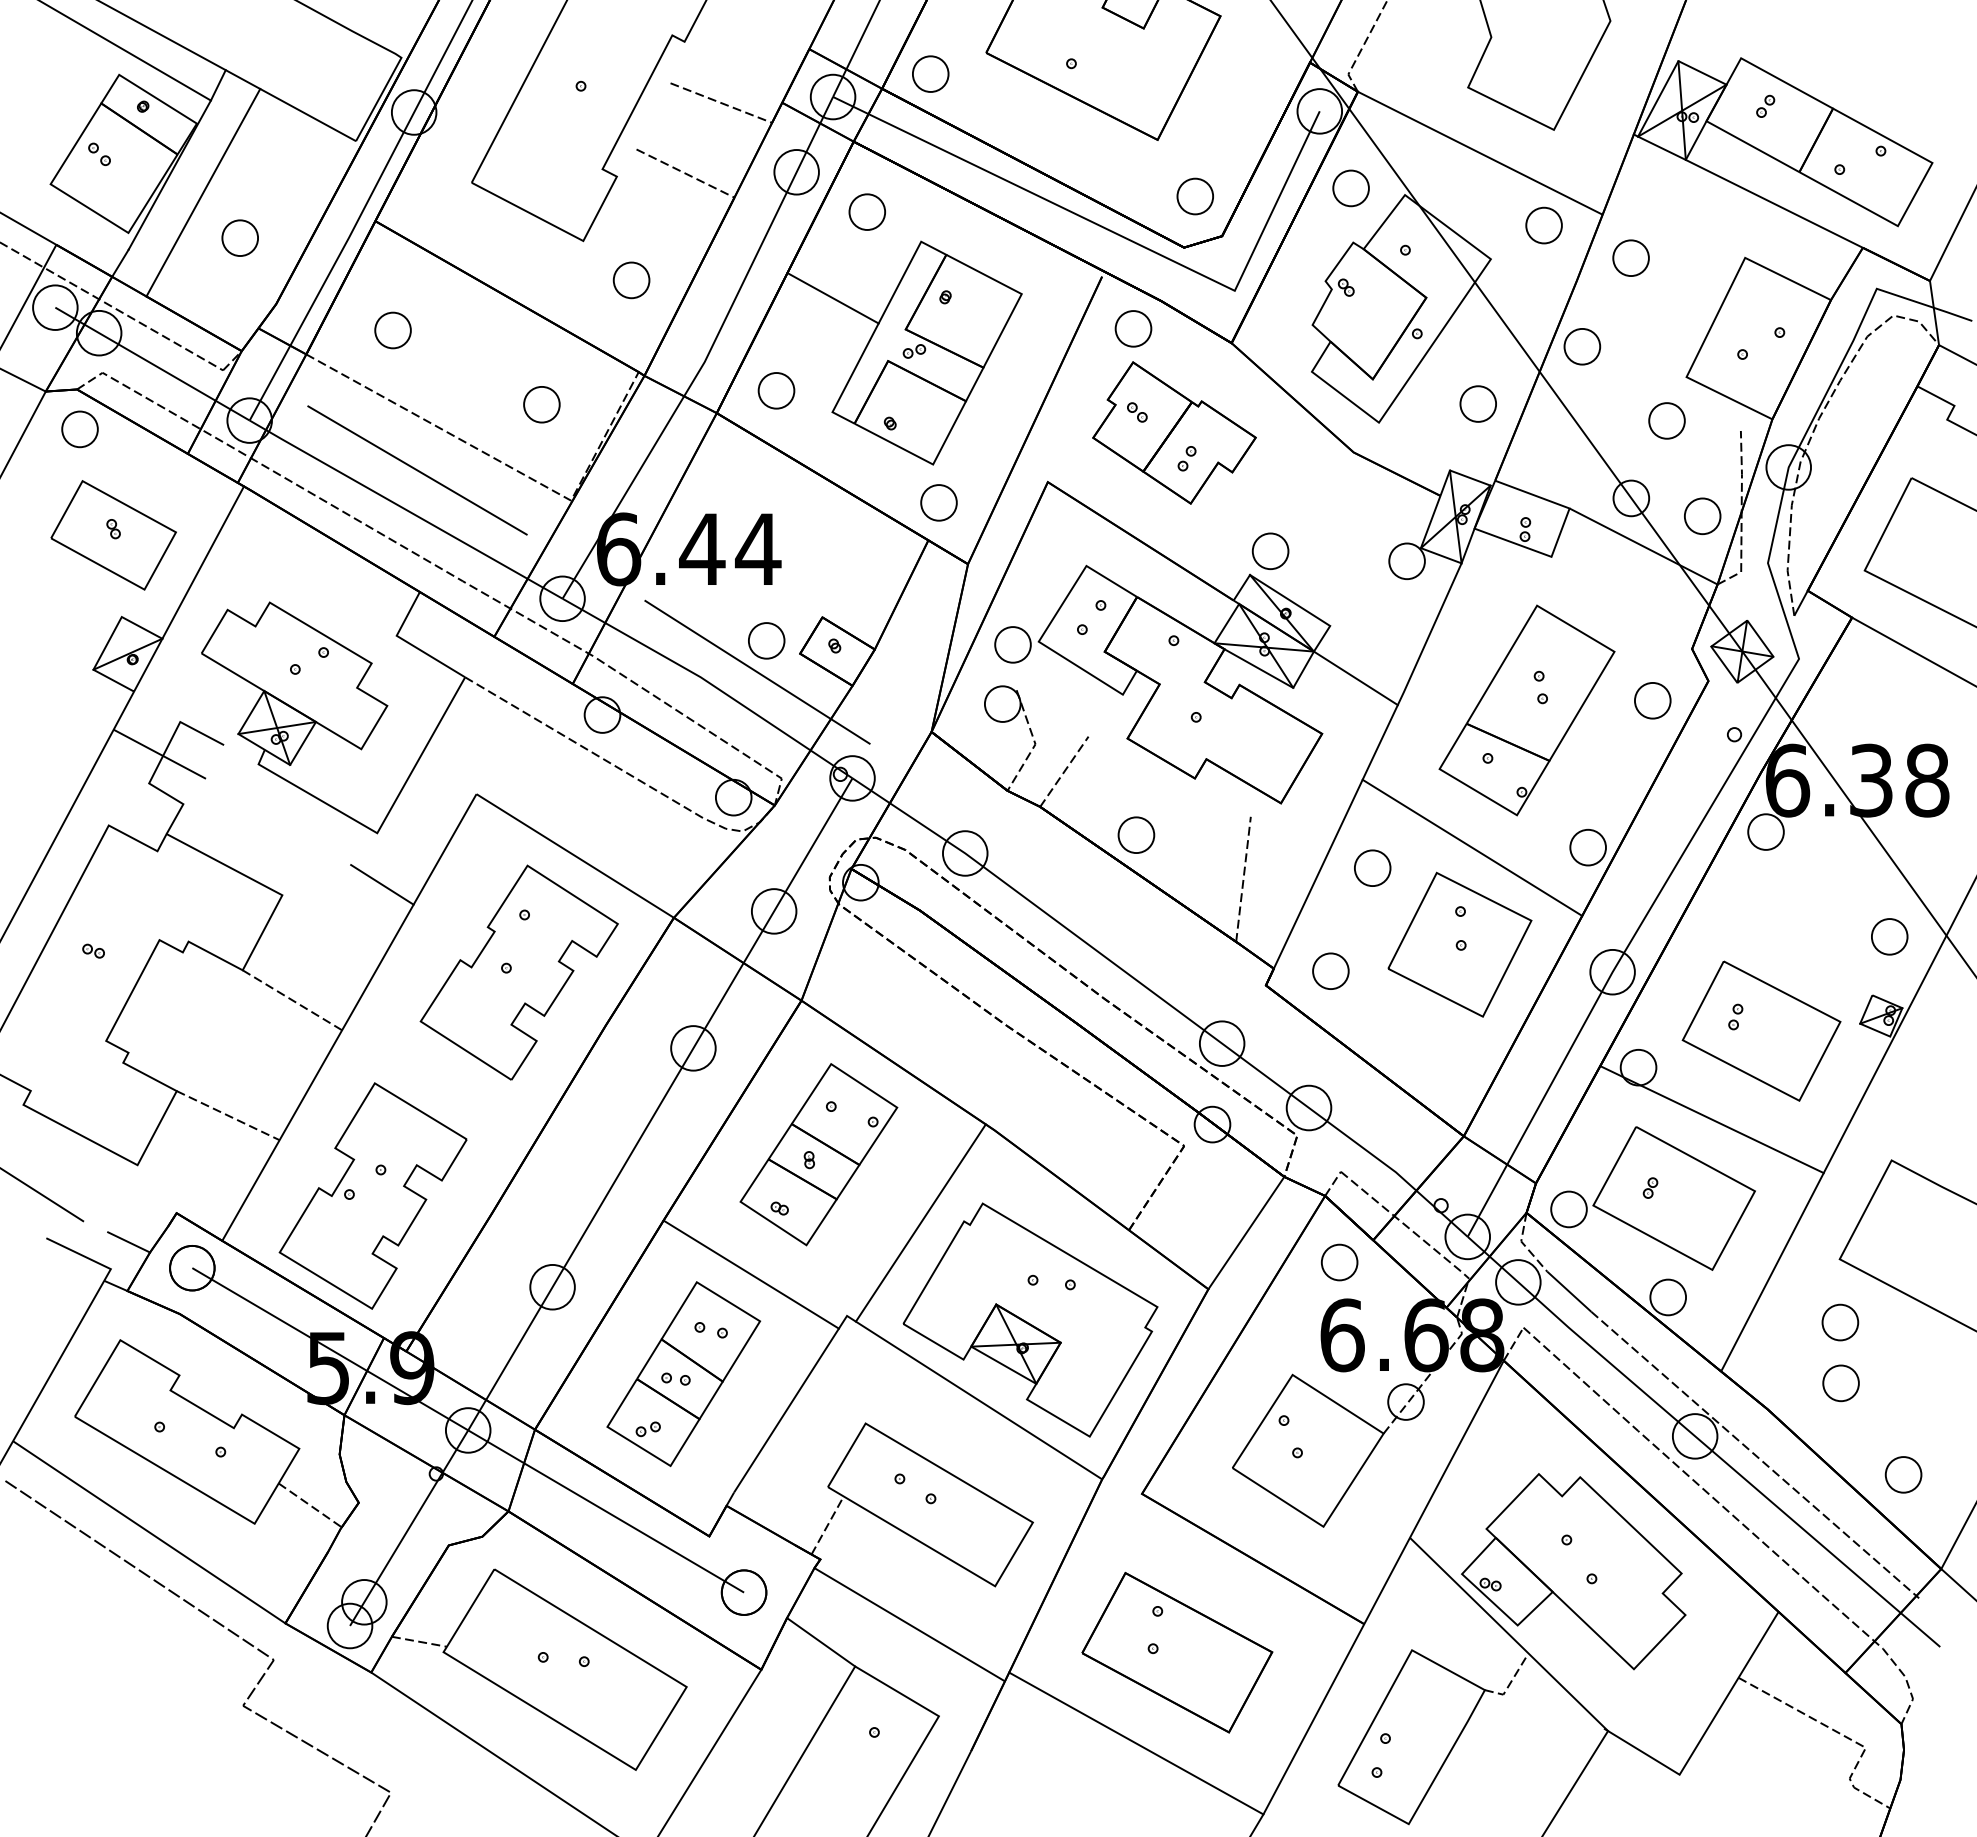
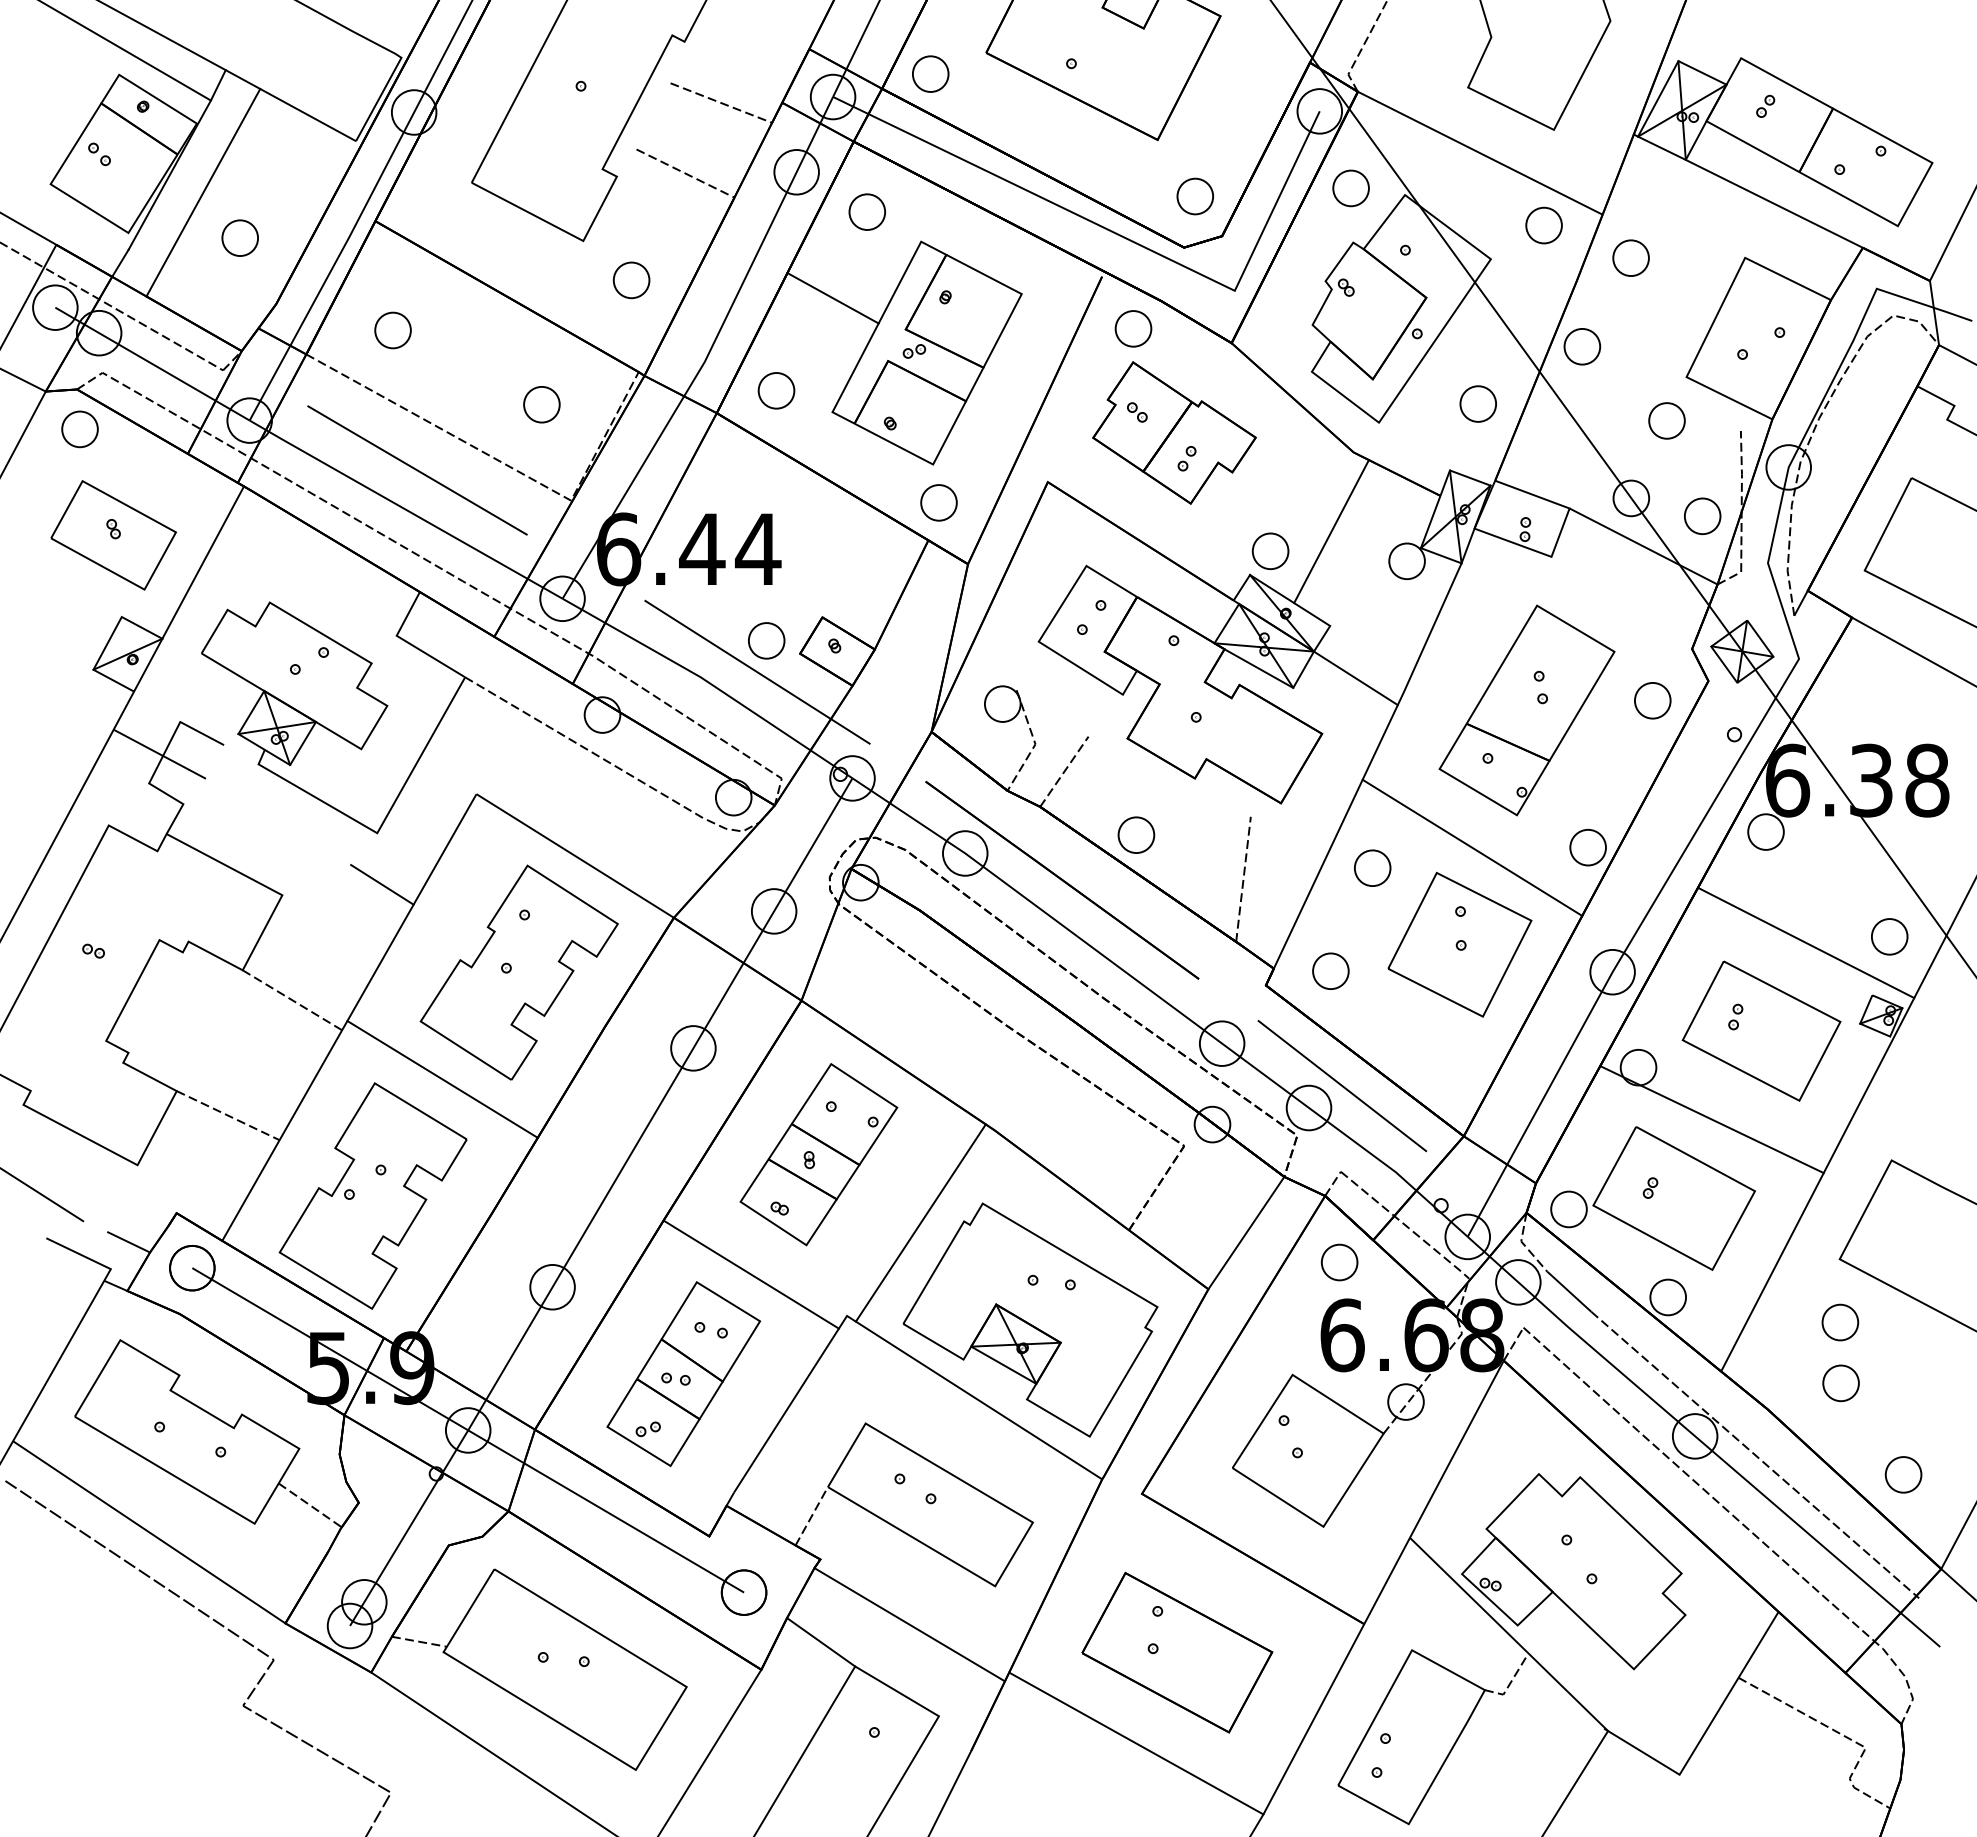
line at (1331, 531): none -> present
part at (1012, 644): present -> none
line at (1062, 880): none -> present
line at (1806, 942): none -> present
line at (442, 1079): none -> present
line at (1342, 1086): none -> present
line at (827, 1525) position: (827, 1525) -> (811, 1516)
